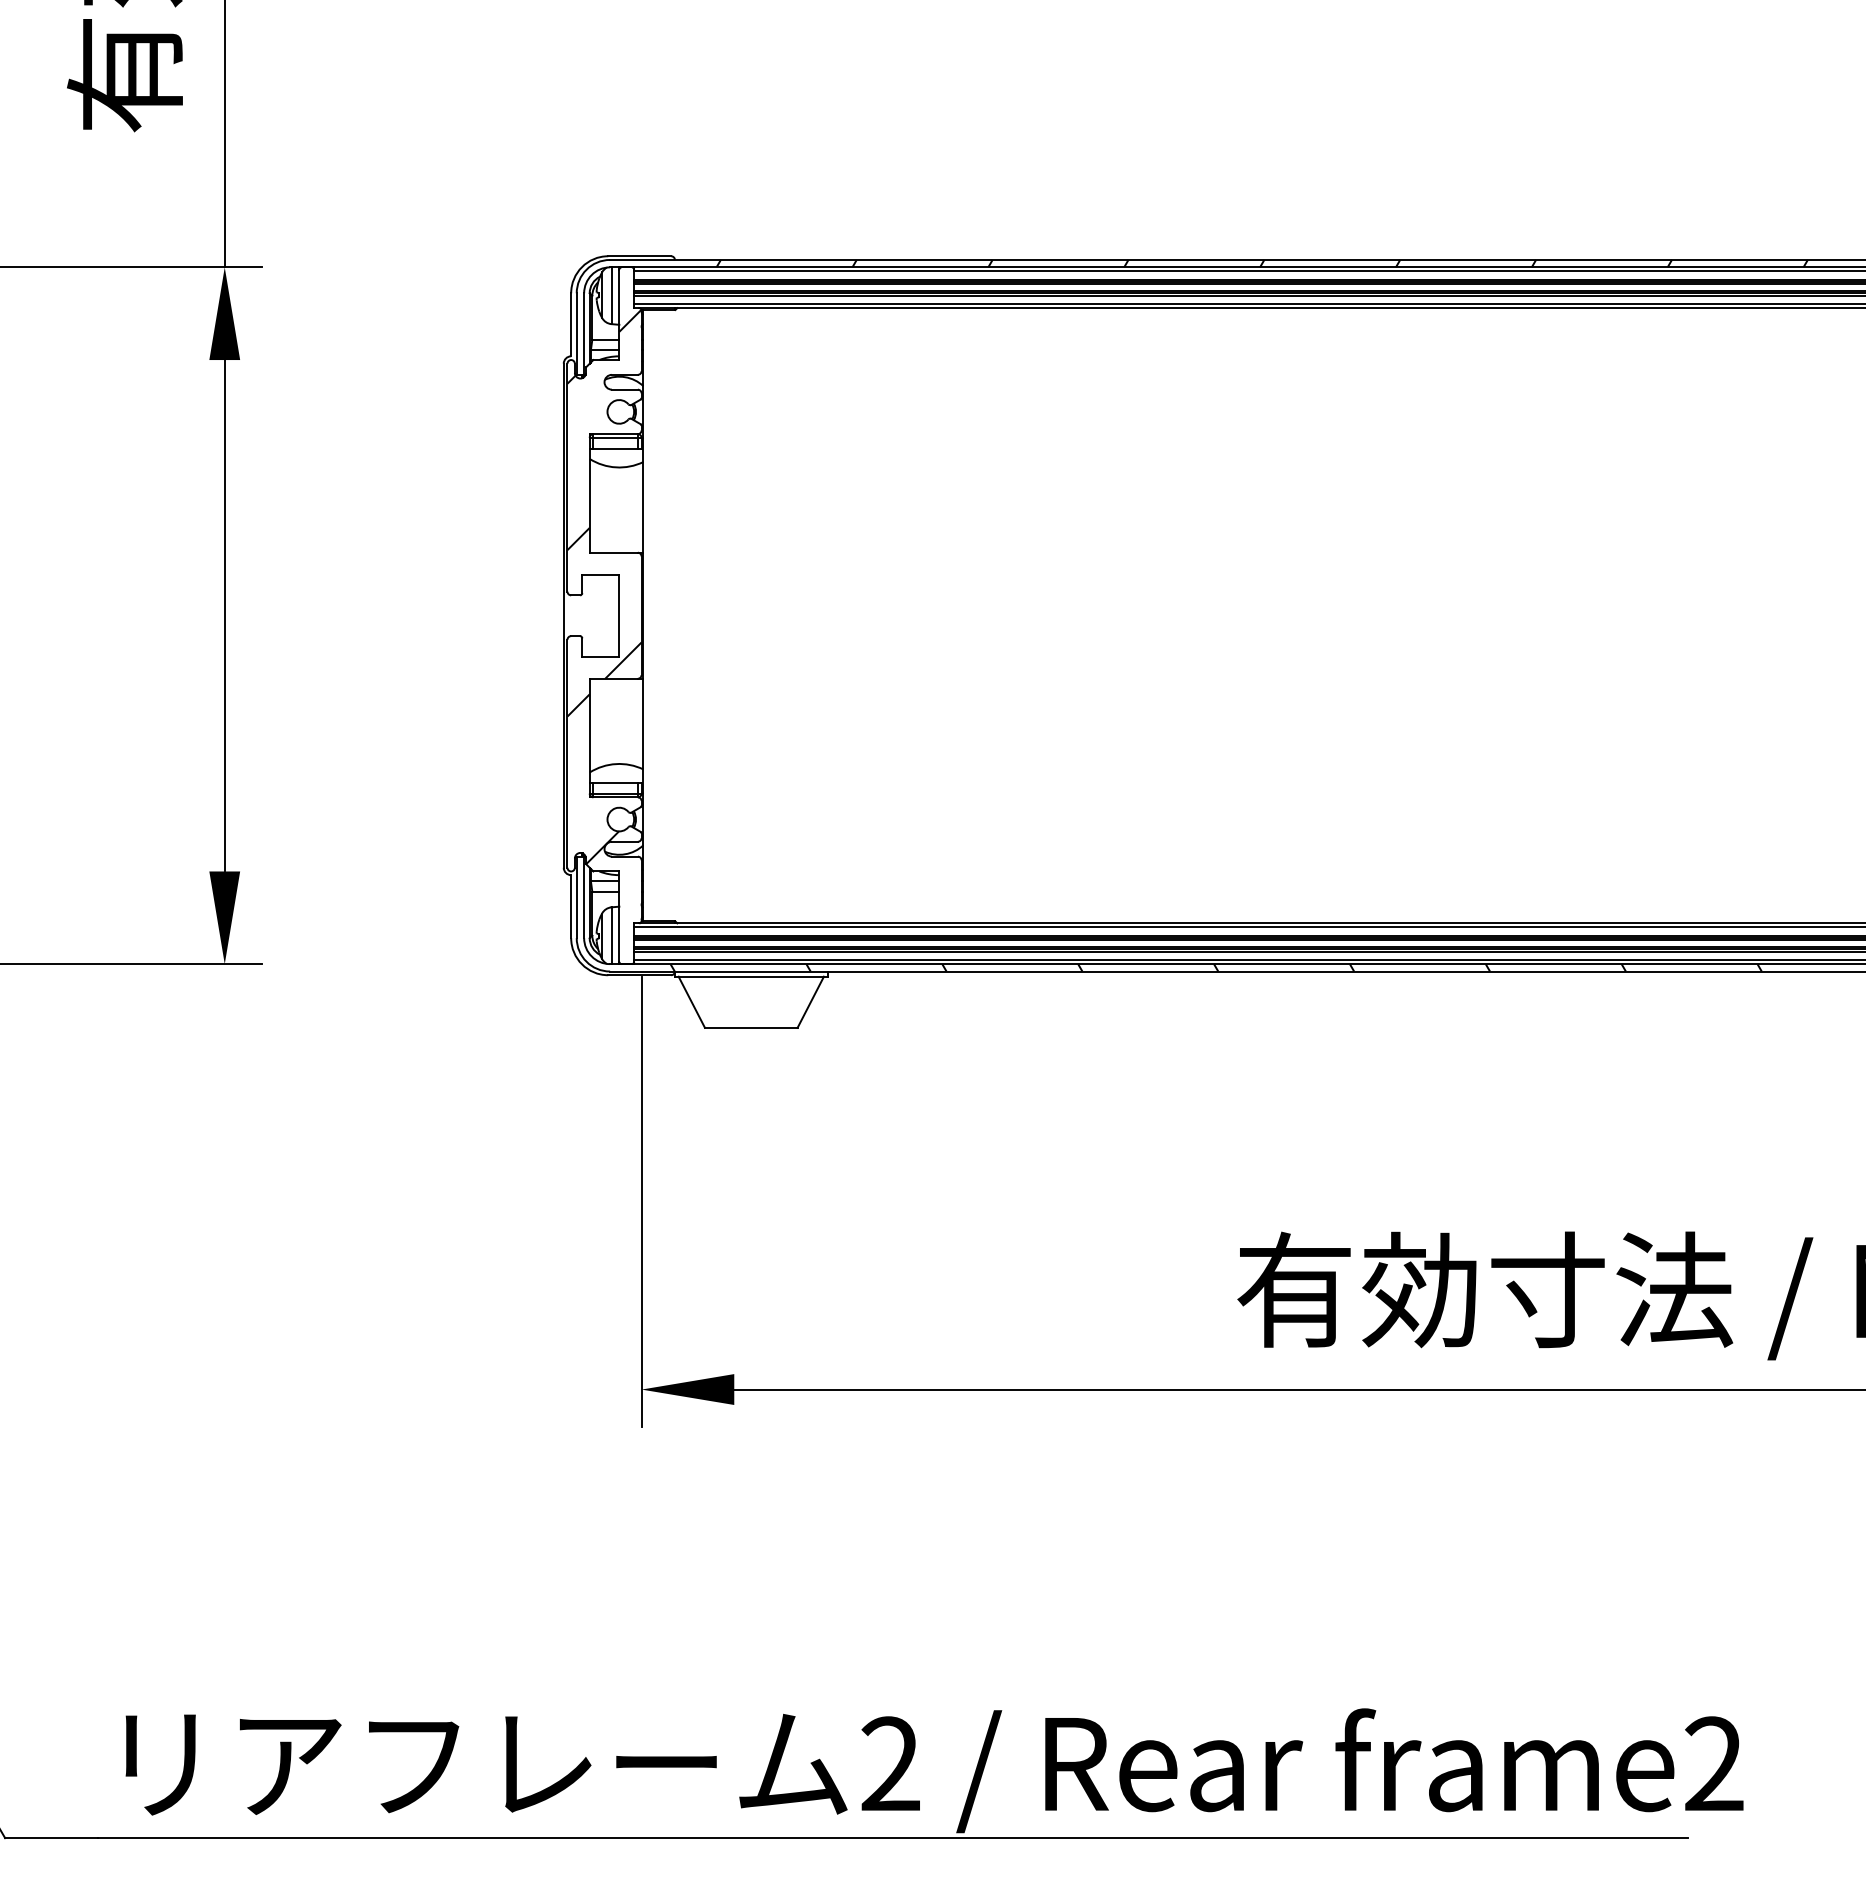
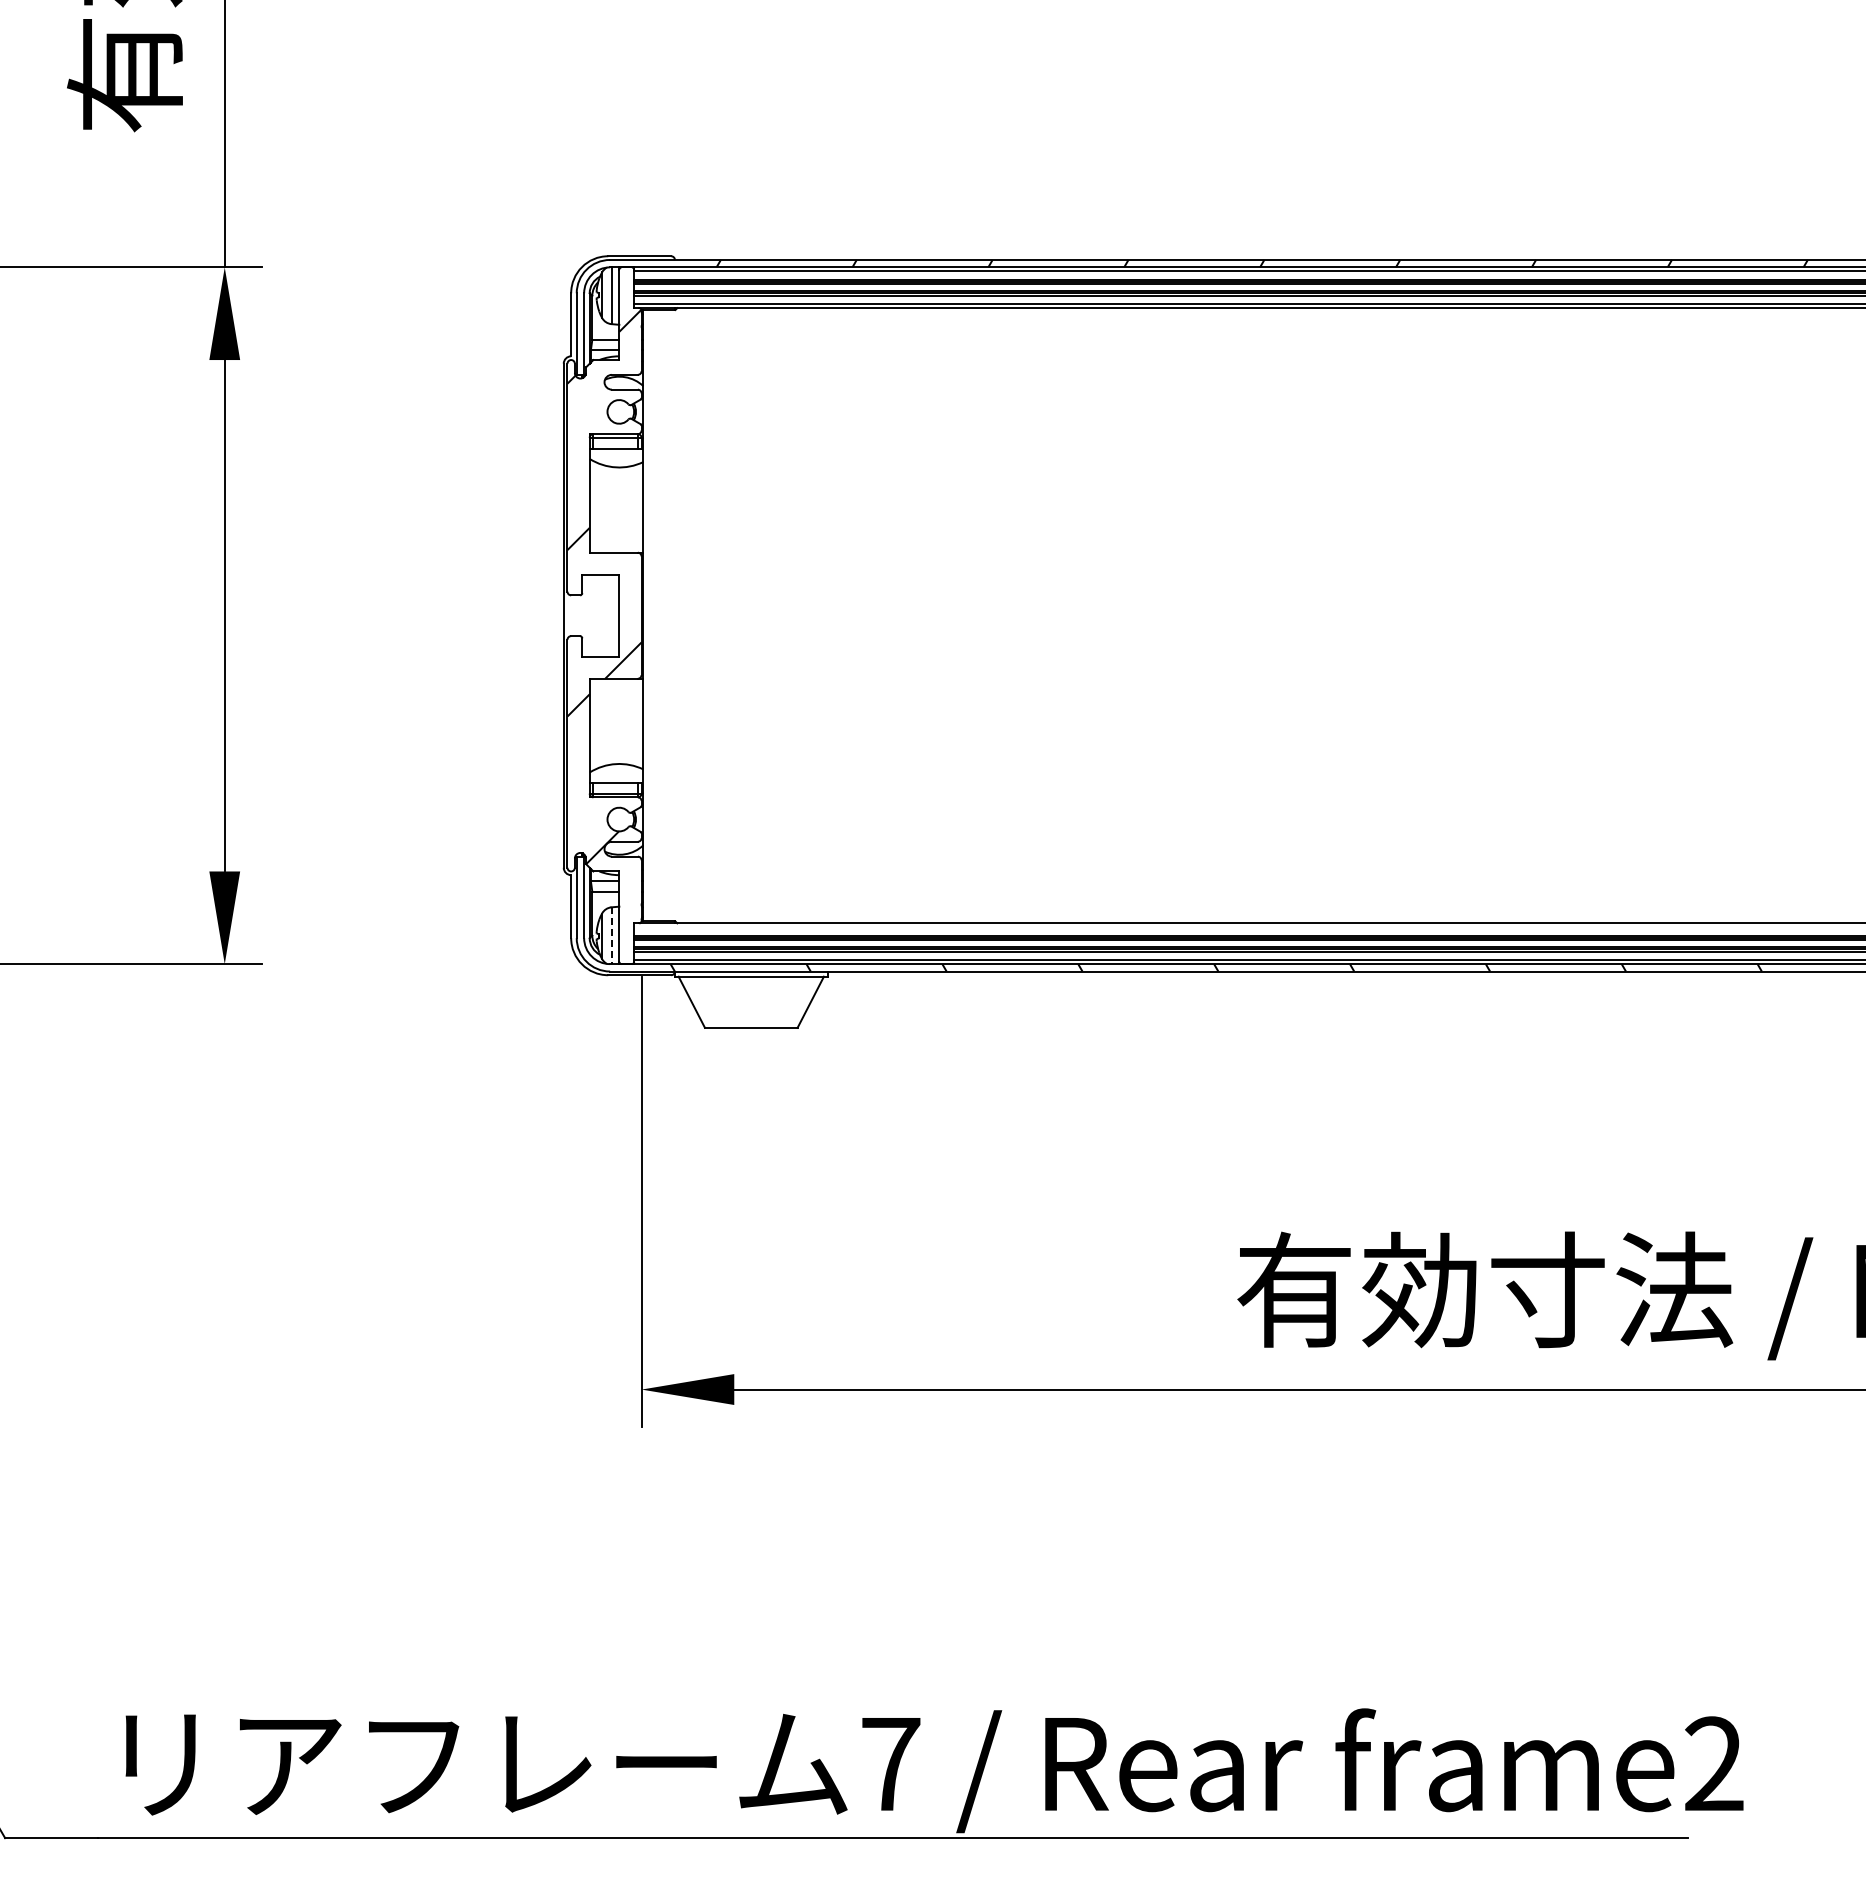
line at (1248, 927): present -> none
line at (611, 936): solid -> dashed
text at (890, 1763): 2 -> 7
